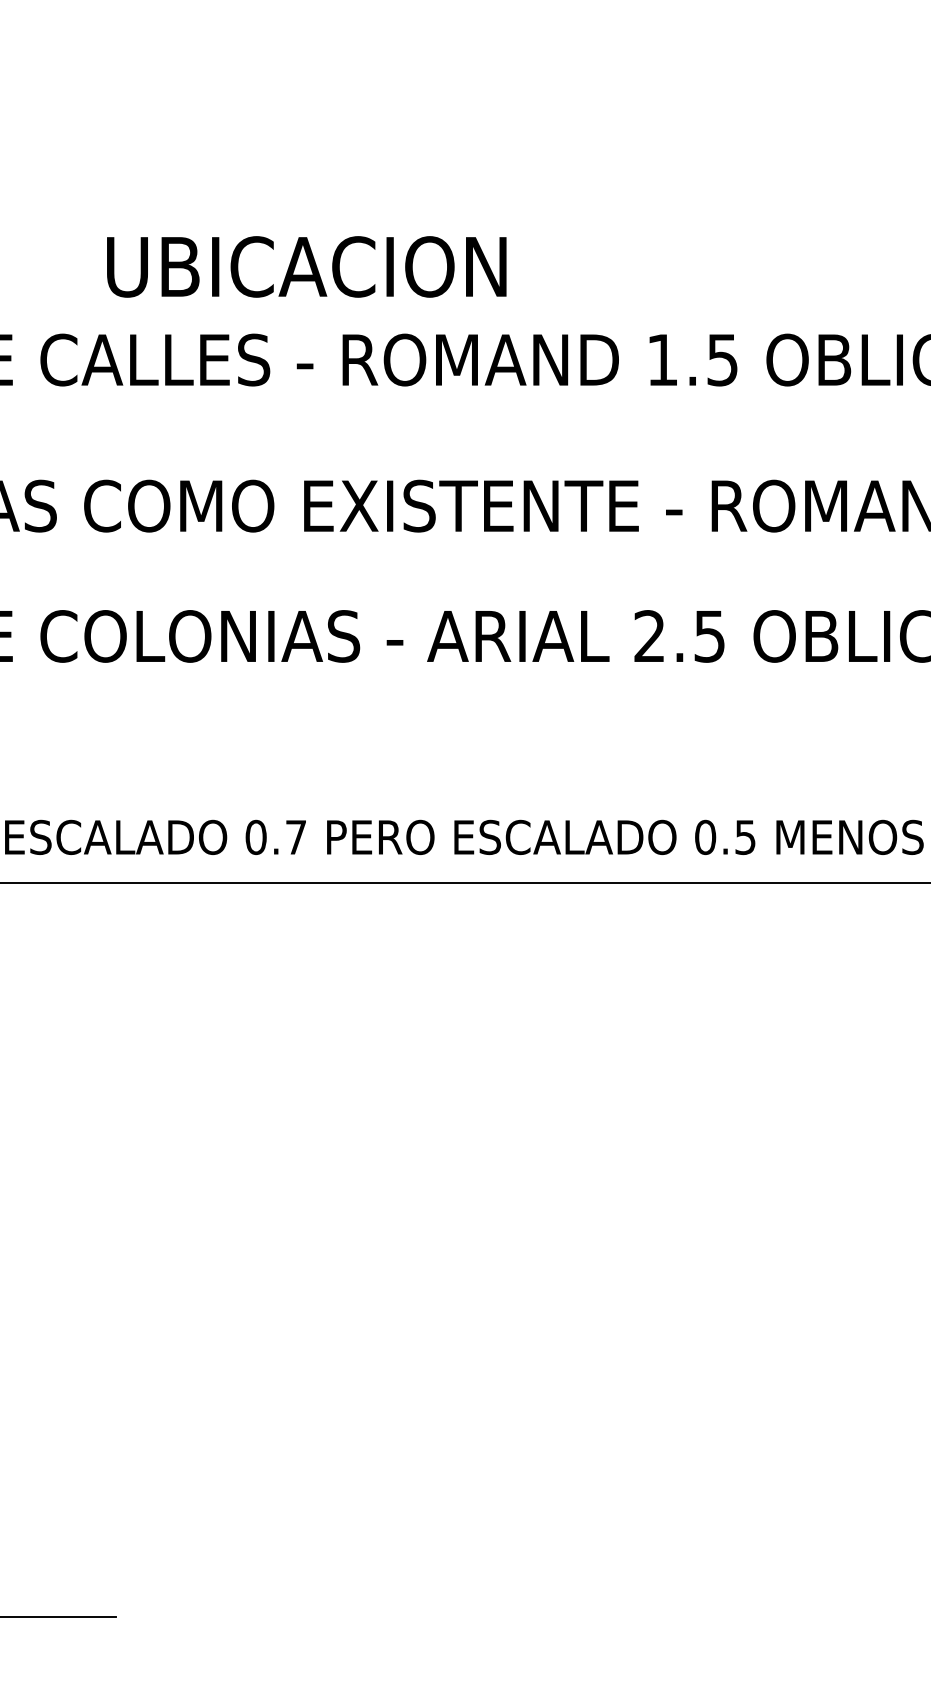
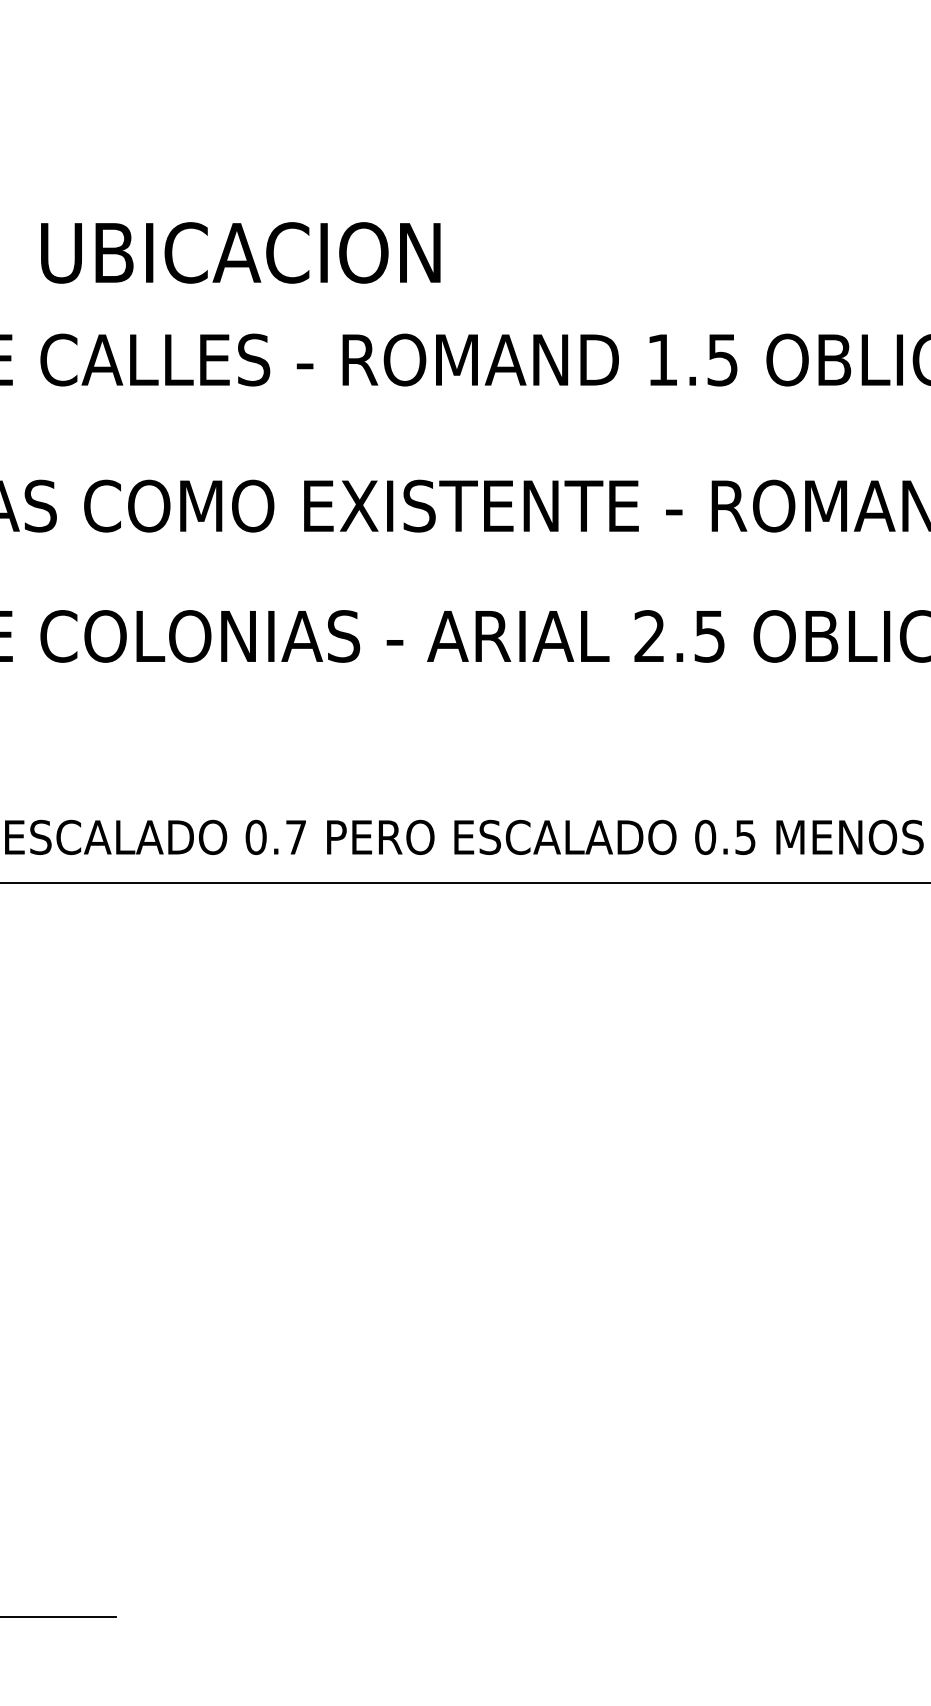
text at (306, 266) position: (306, 266) -> (240, 252)
